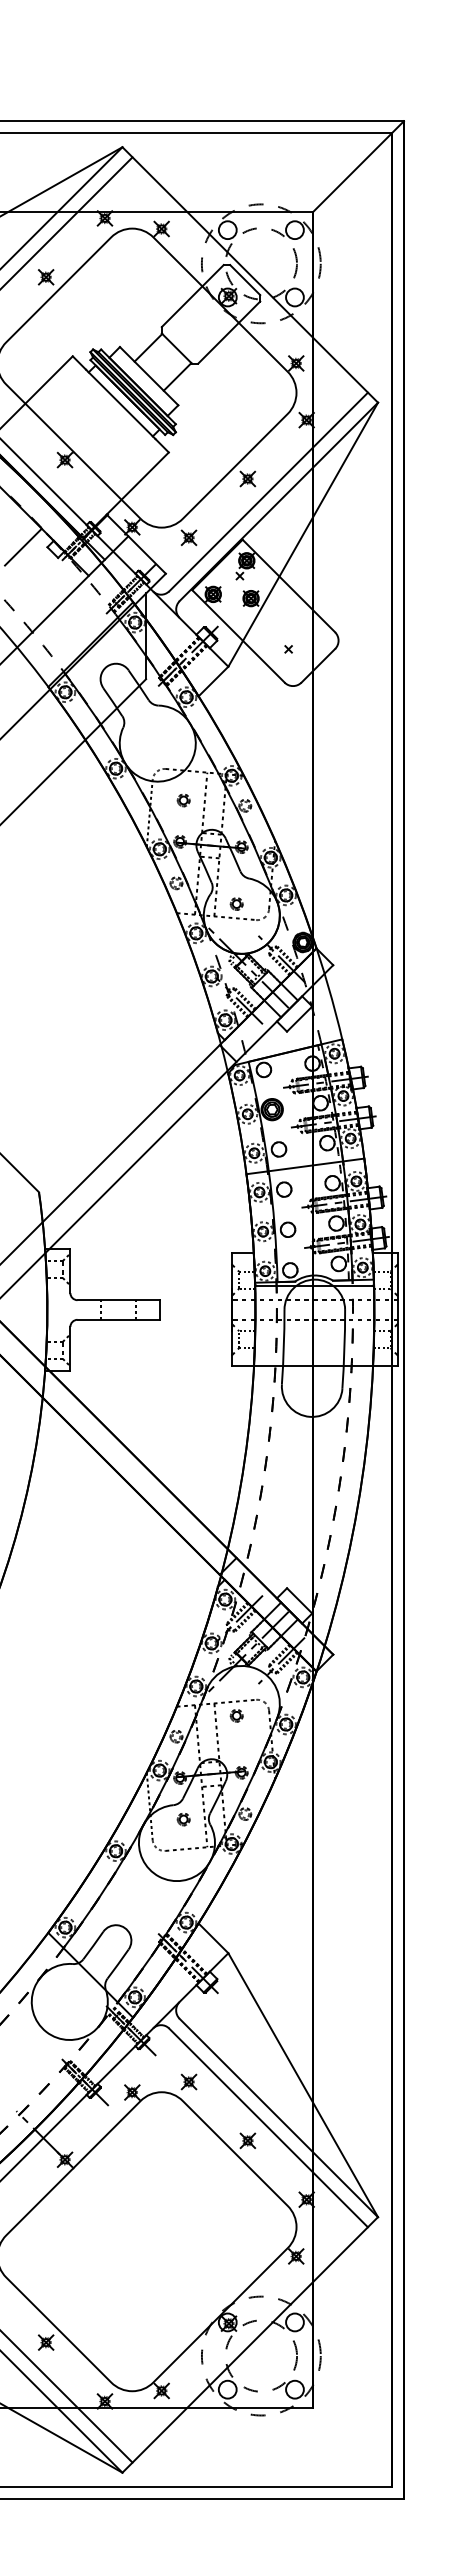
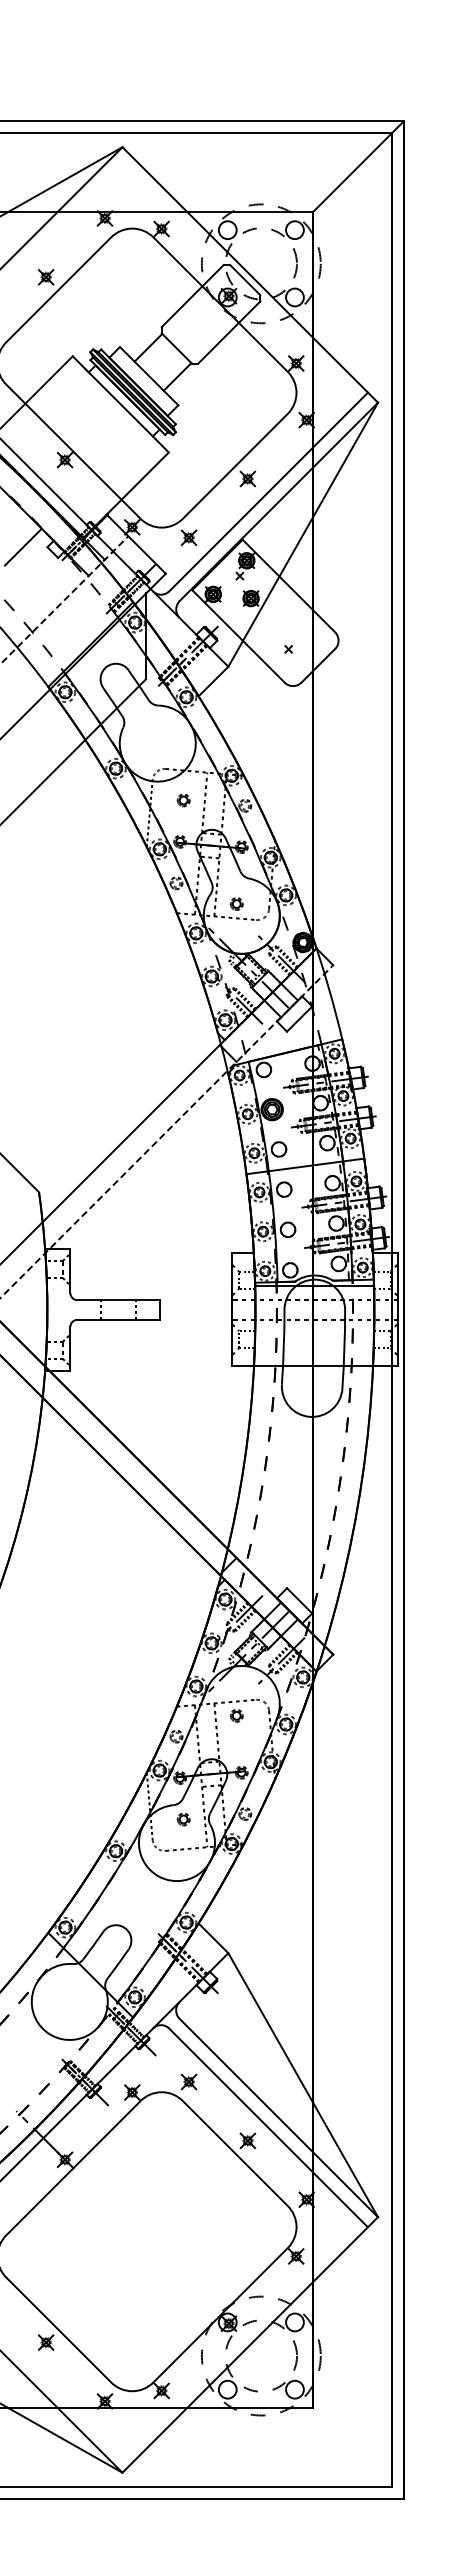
line at (67, 222): present -> none
line at (64, 599): solid -> dashed
line at (167, 1131): solid -> dashed
line at (67, 2397): present -> none
